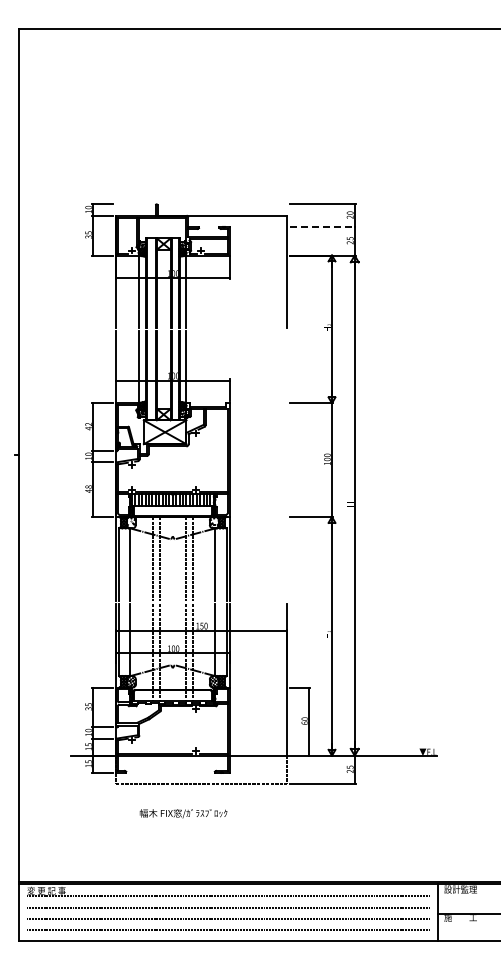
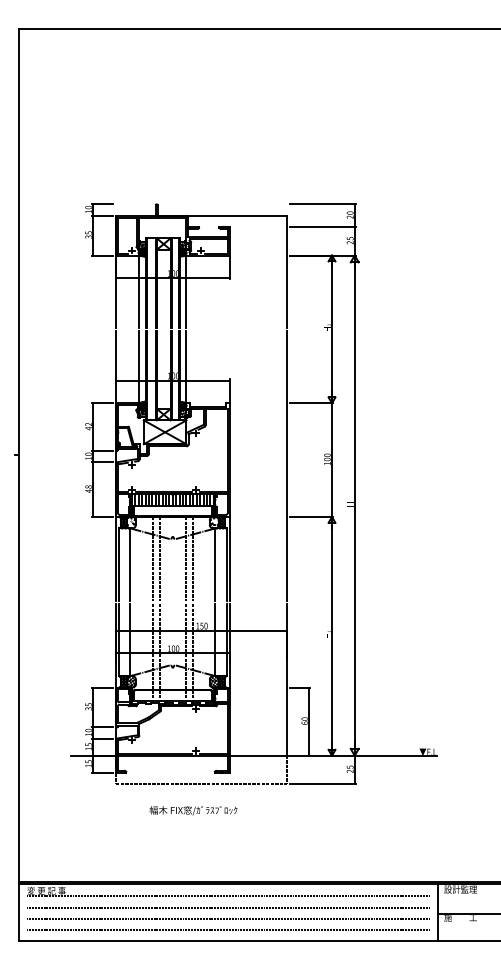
line at (322, 227): dashed -> solid
line at (286, 465): none -> present
text at (183, 813) position: (183, 813) -> (193, 810)
